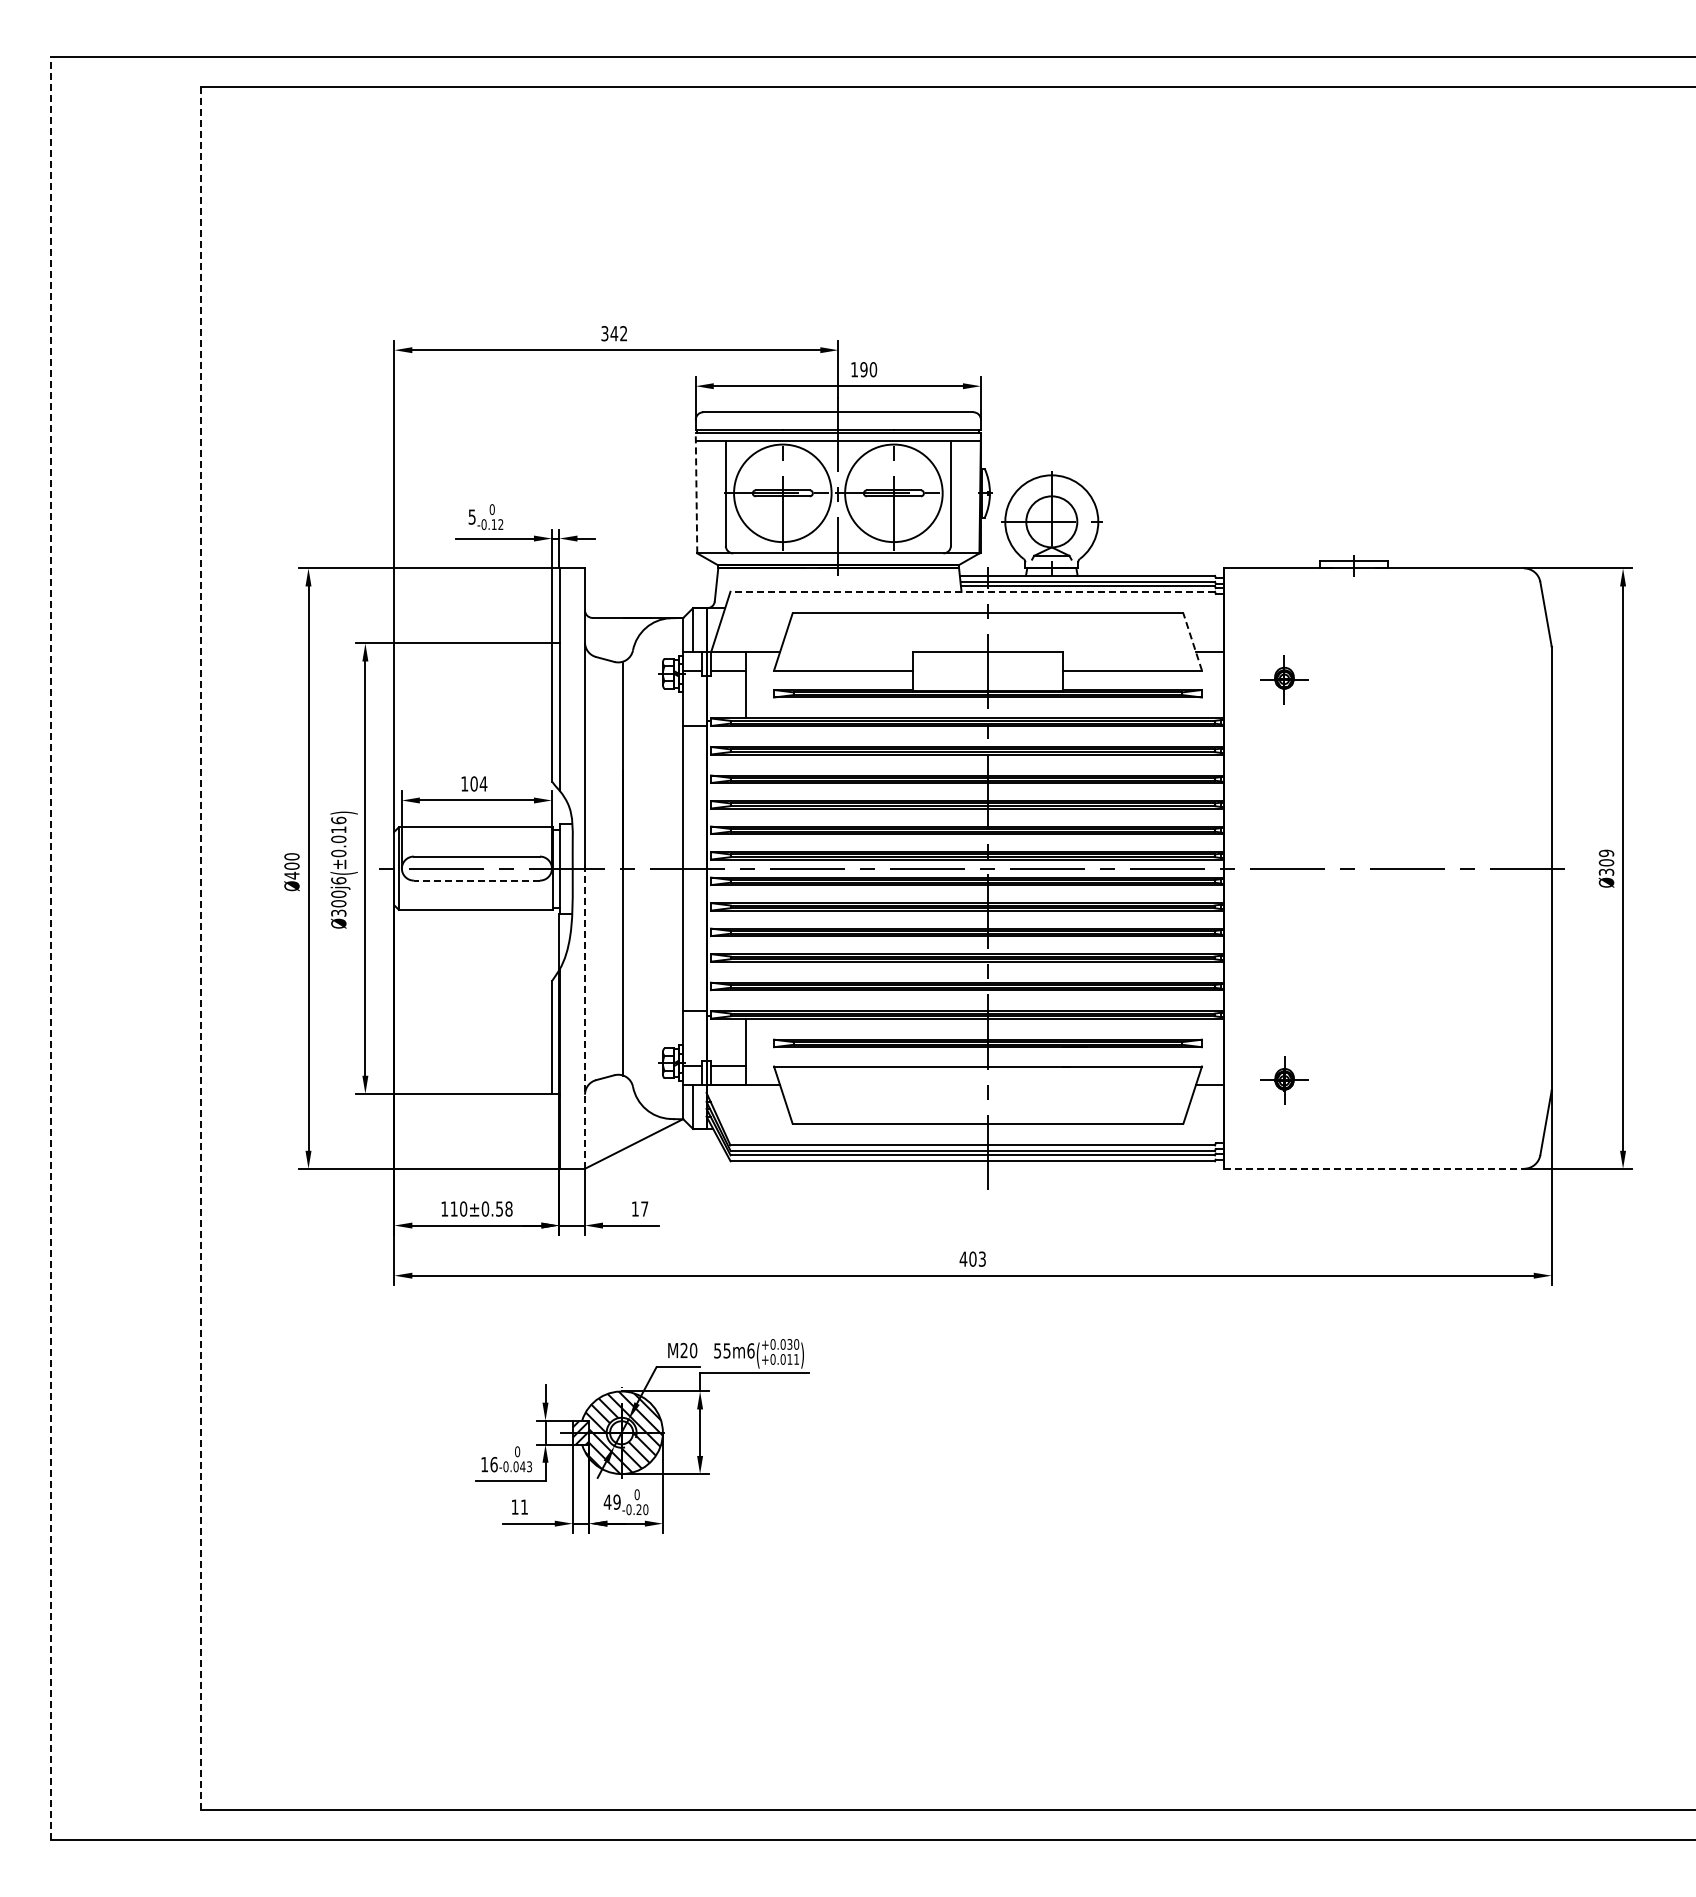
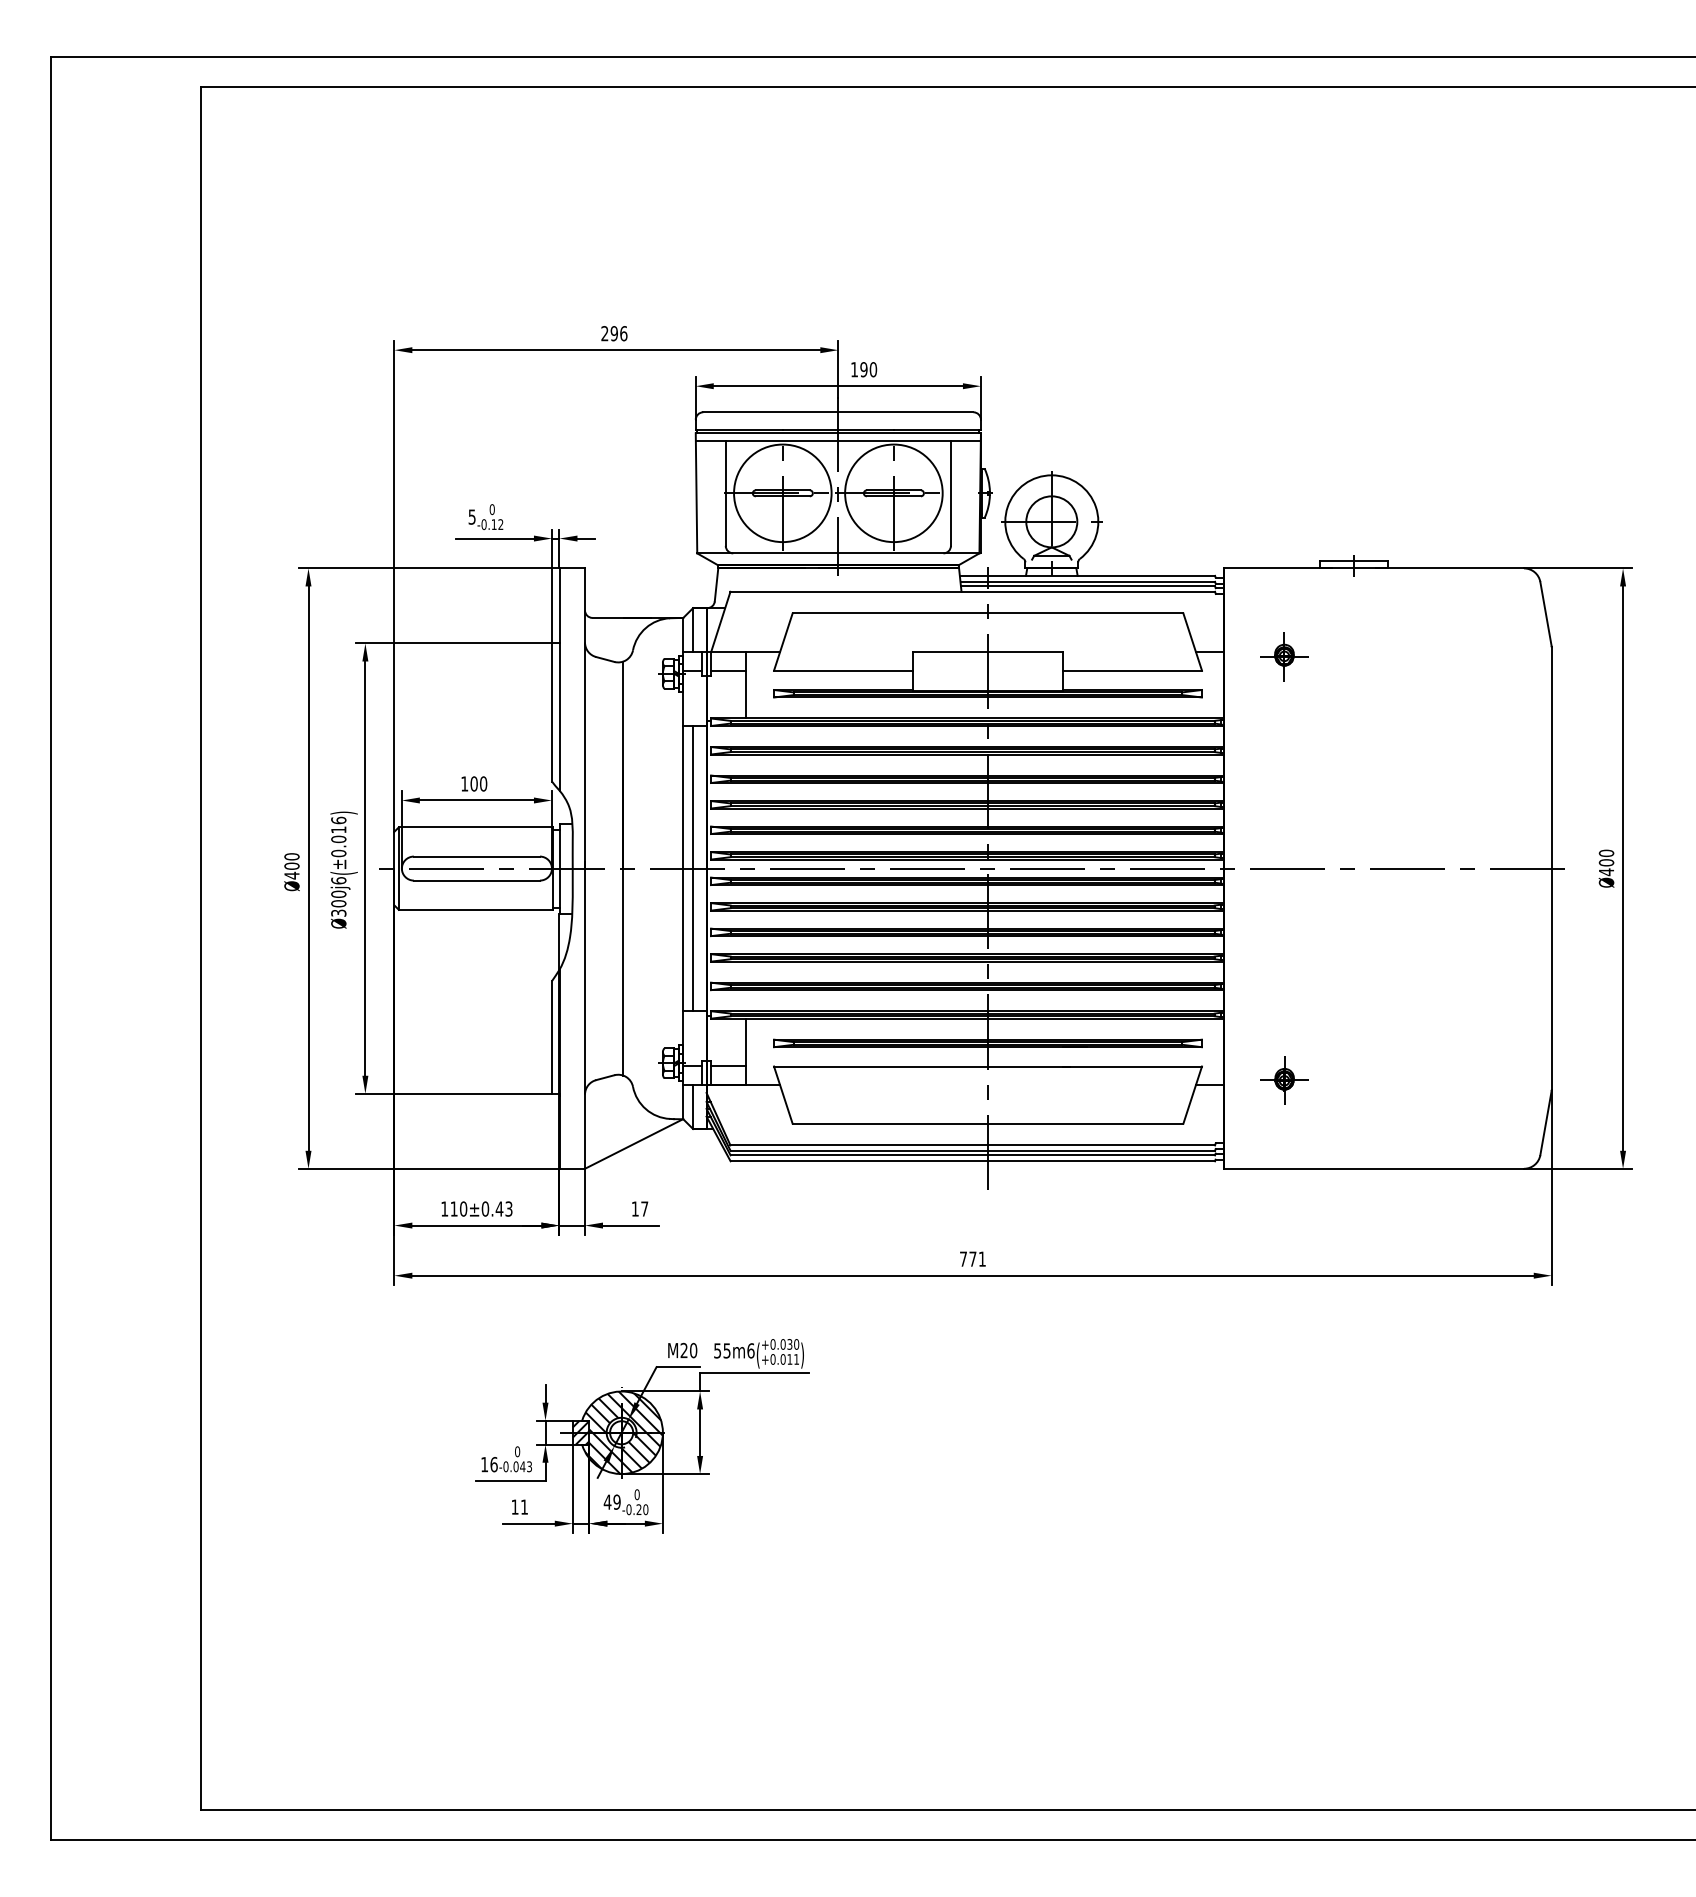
text at (614, 333): 342 -> 296
line at (696, 492): dashed -> solid
line at (972, 591): dashed -> solid
line at (1192, 641): dashed -> solid
part at (1284, 679) position: (1284, 679) -> (1284, 656)
text at (483, 783): 104 -> 100
text at (1606, 862): Ø309 -> Ø400
line at (693, 868): none -> present
line at (476, 880): dashed -> solid
line at (50, 948): dashed -> solid
line at (201, 948): dashed -> solid
line at (585, 1014): dashed -> solid
line at (1374, 1168): dashed -> solid
text at (503, 1208): ±0.58 -> ±0.43
text at (972, 1258): 403 -> 771
